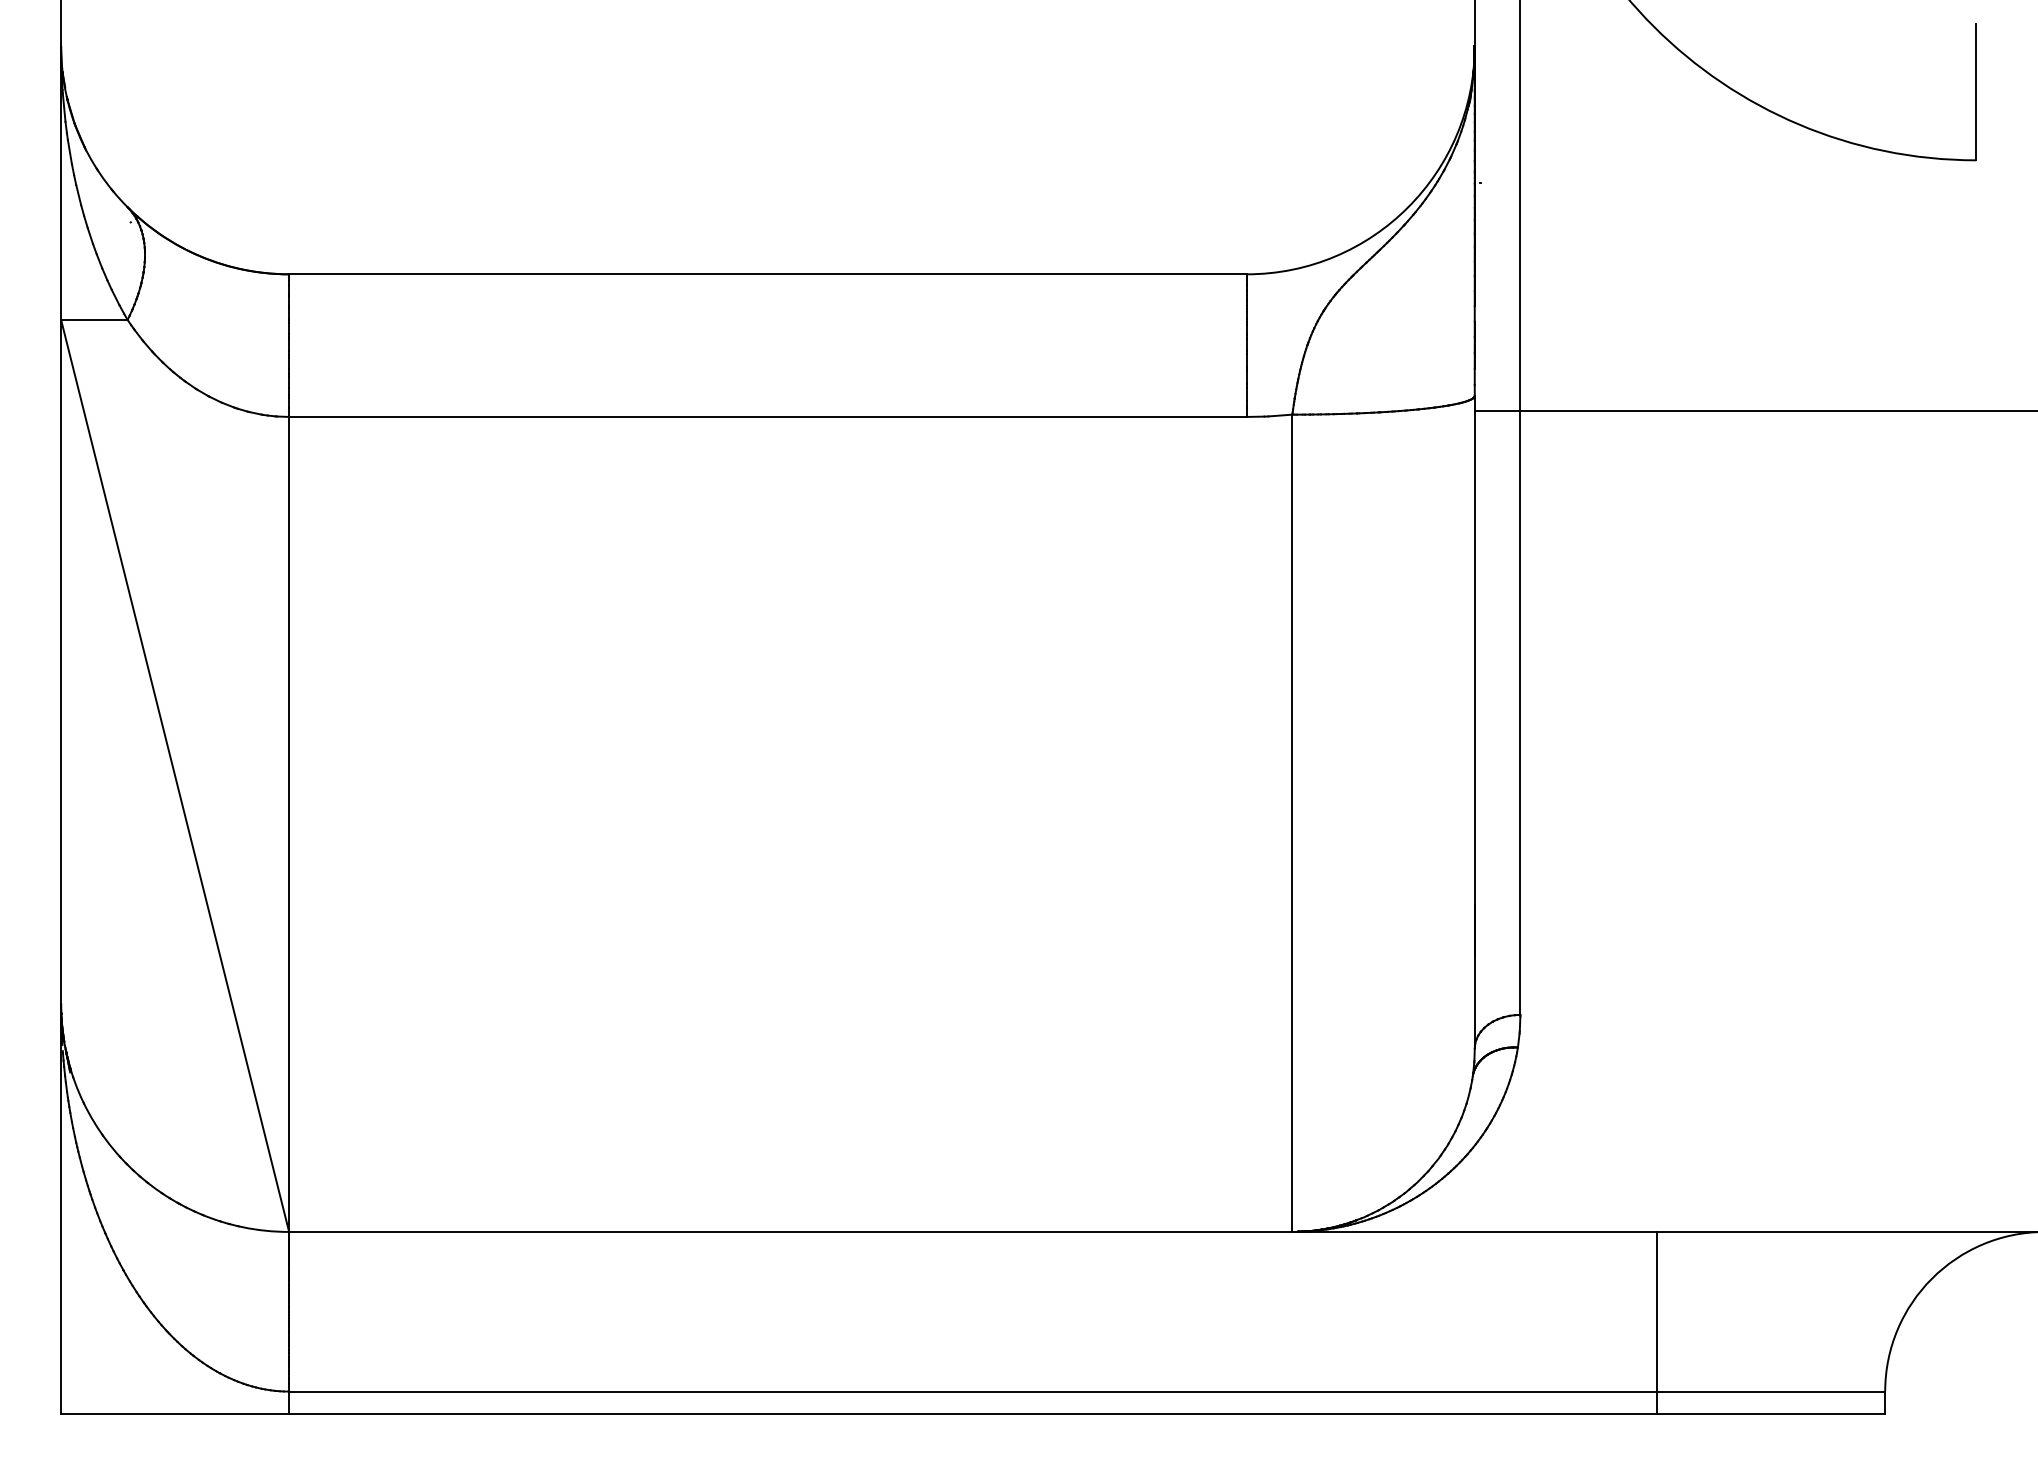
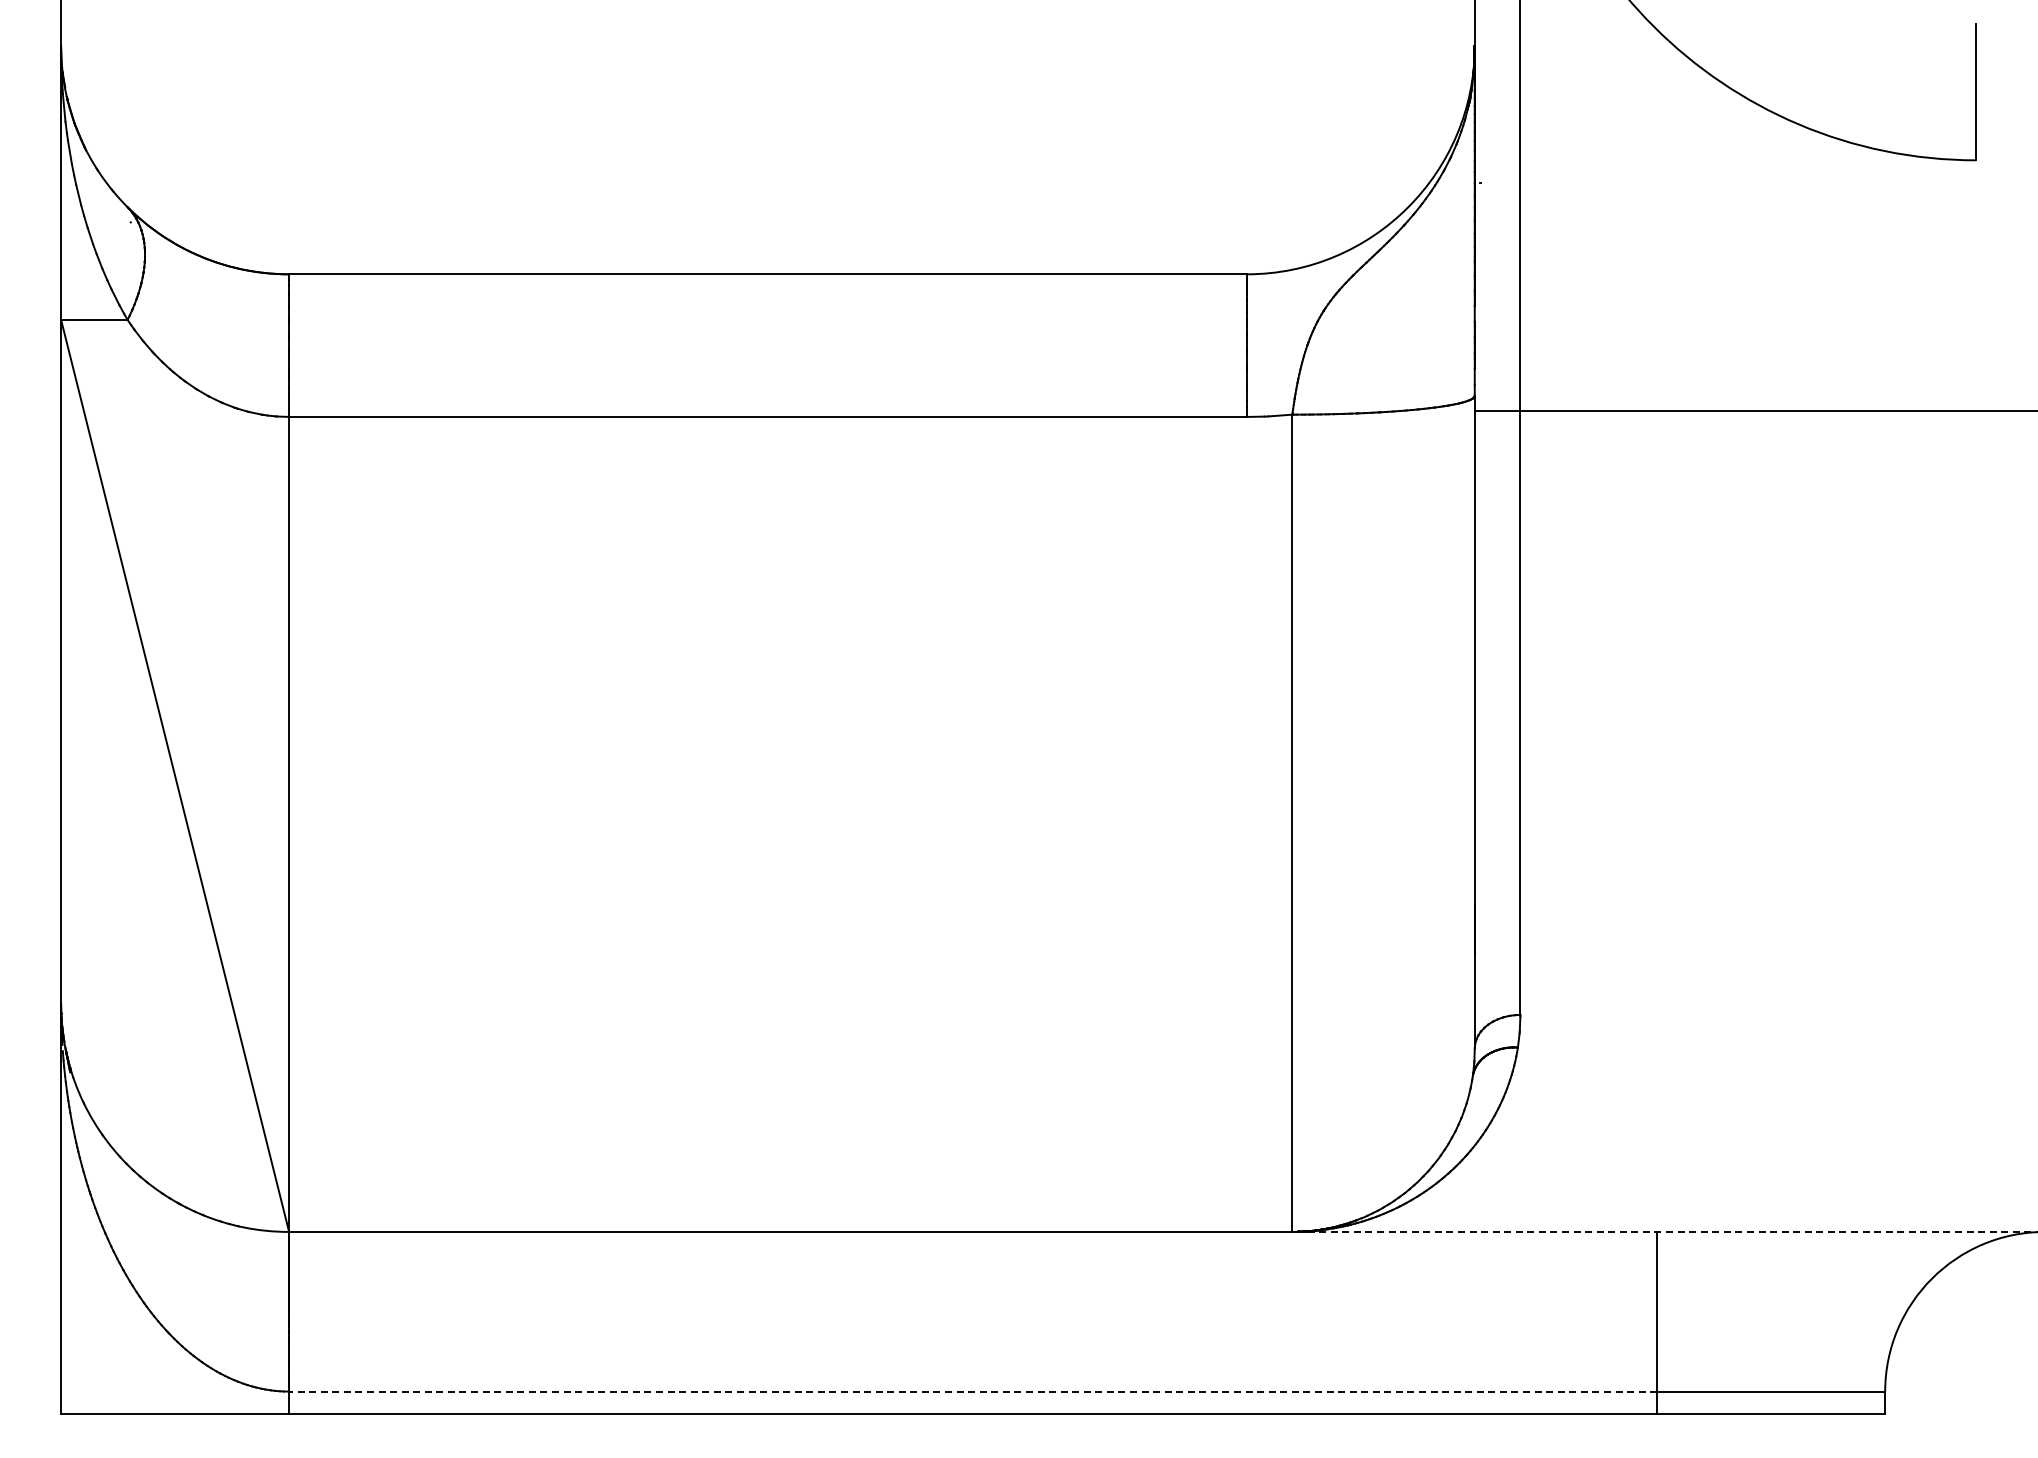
line at (1664, 1231): solid -> dashed
line at (972, 1391): solid -> dashed
